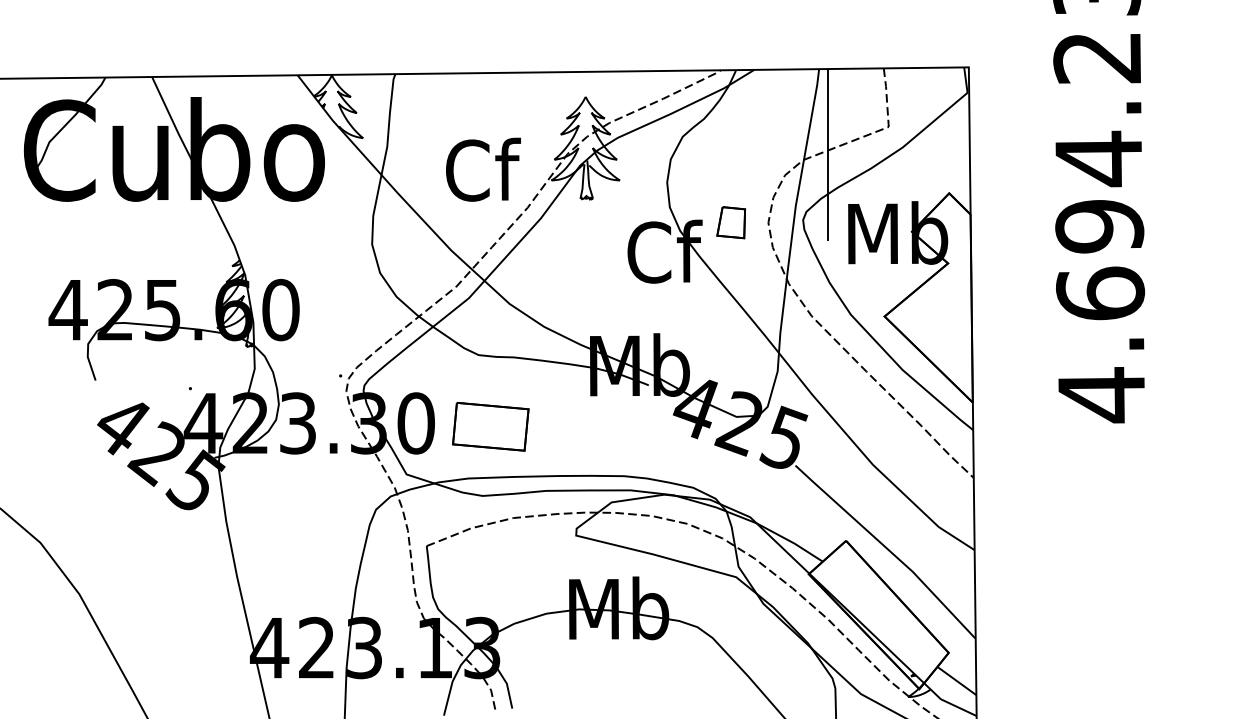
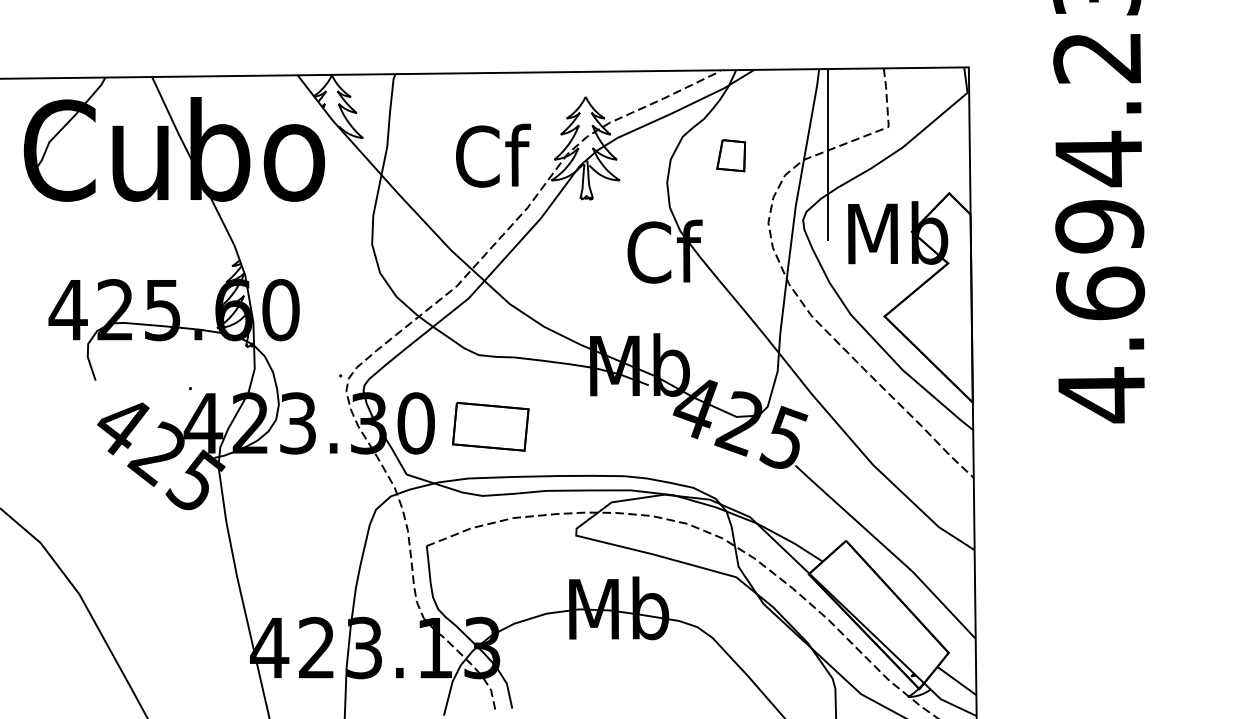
text at (483, 169) position: (483, 169) -> (493, 155)
part at (730, 222) position: (730, 222) -> (730, 155)
